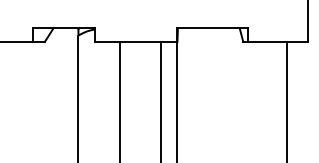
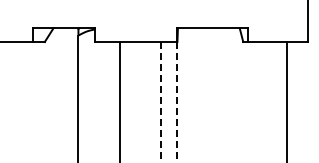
line at (161, 102): solid -> dashed
line at (176, 102): solid -> dashed
